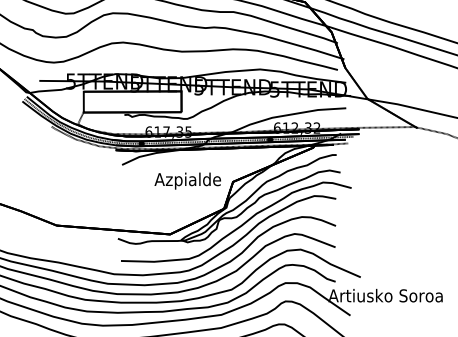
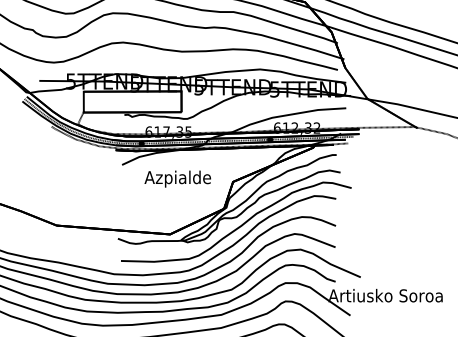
text at (187, 180) position: (187, 180) -> (177, 178)
